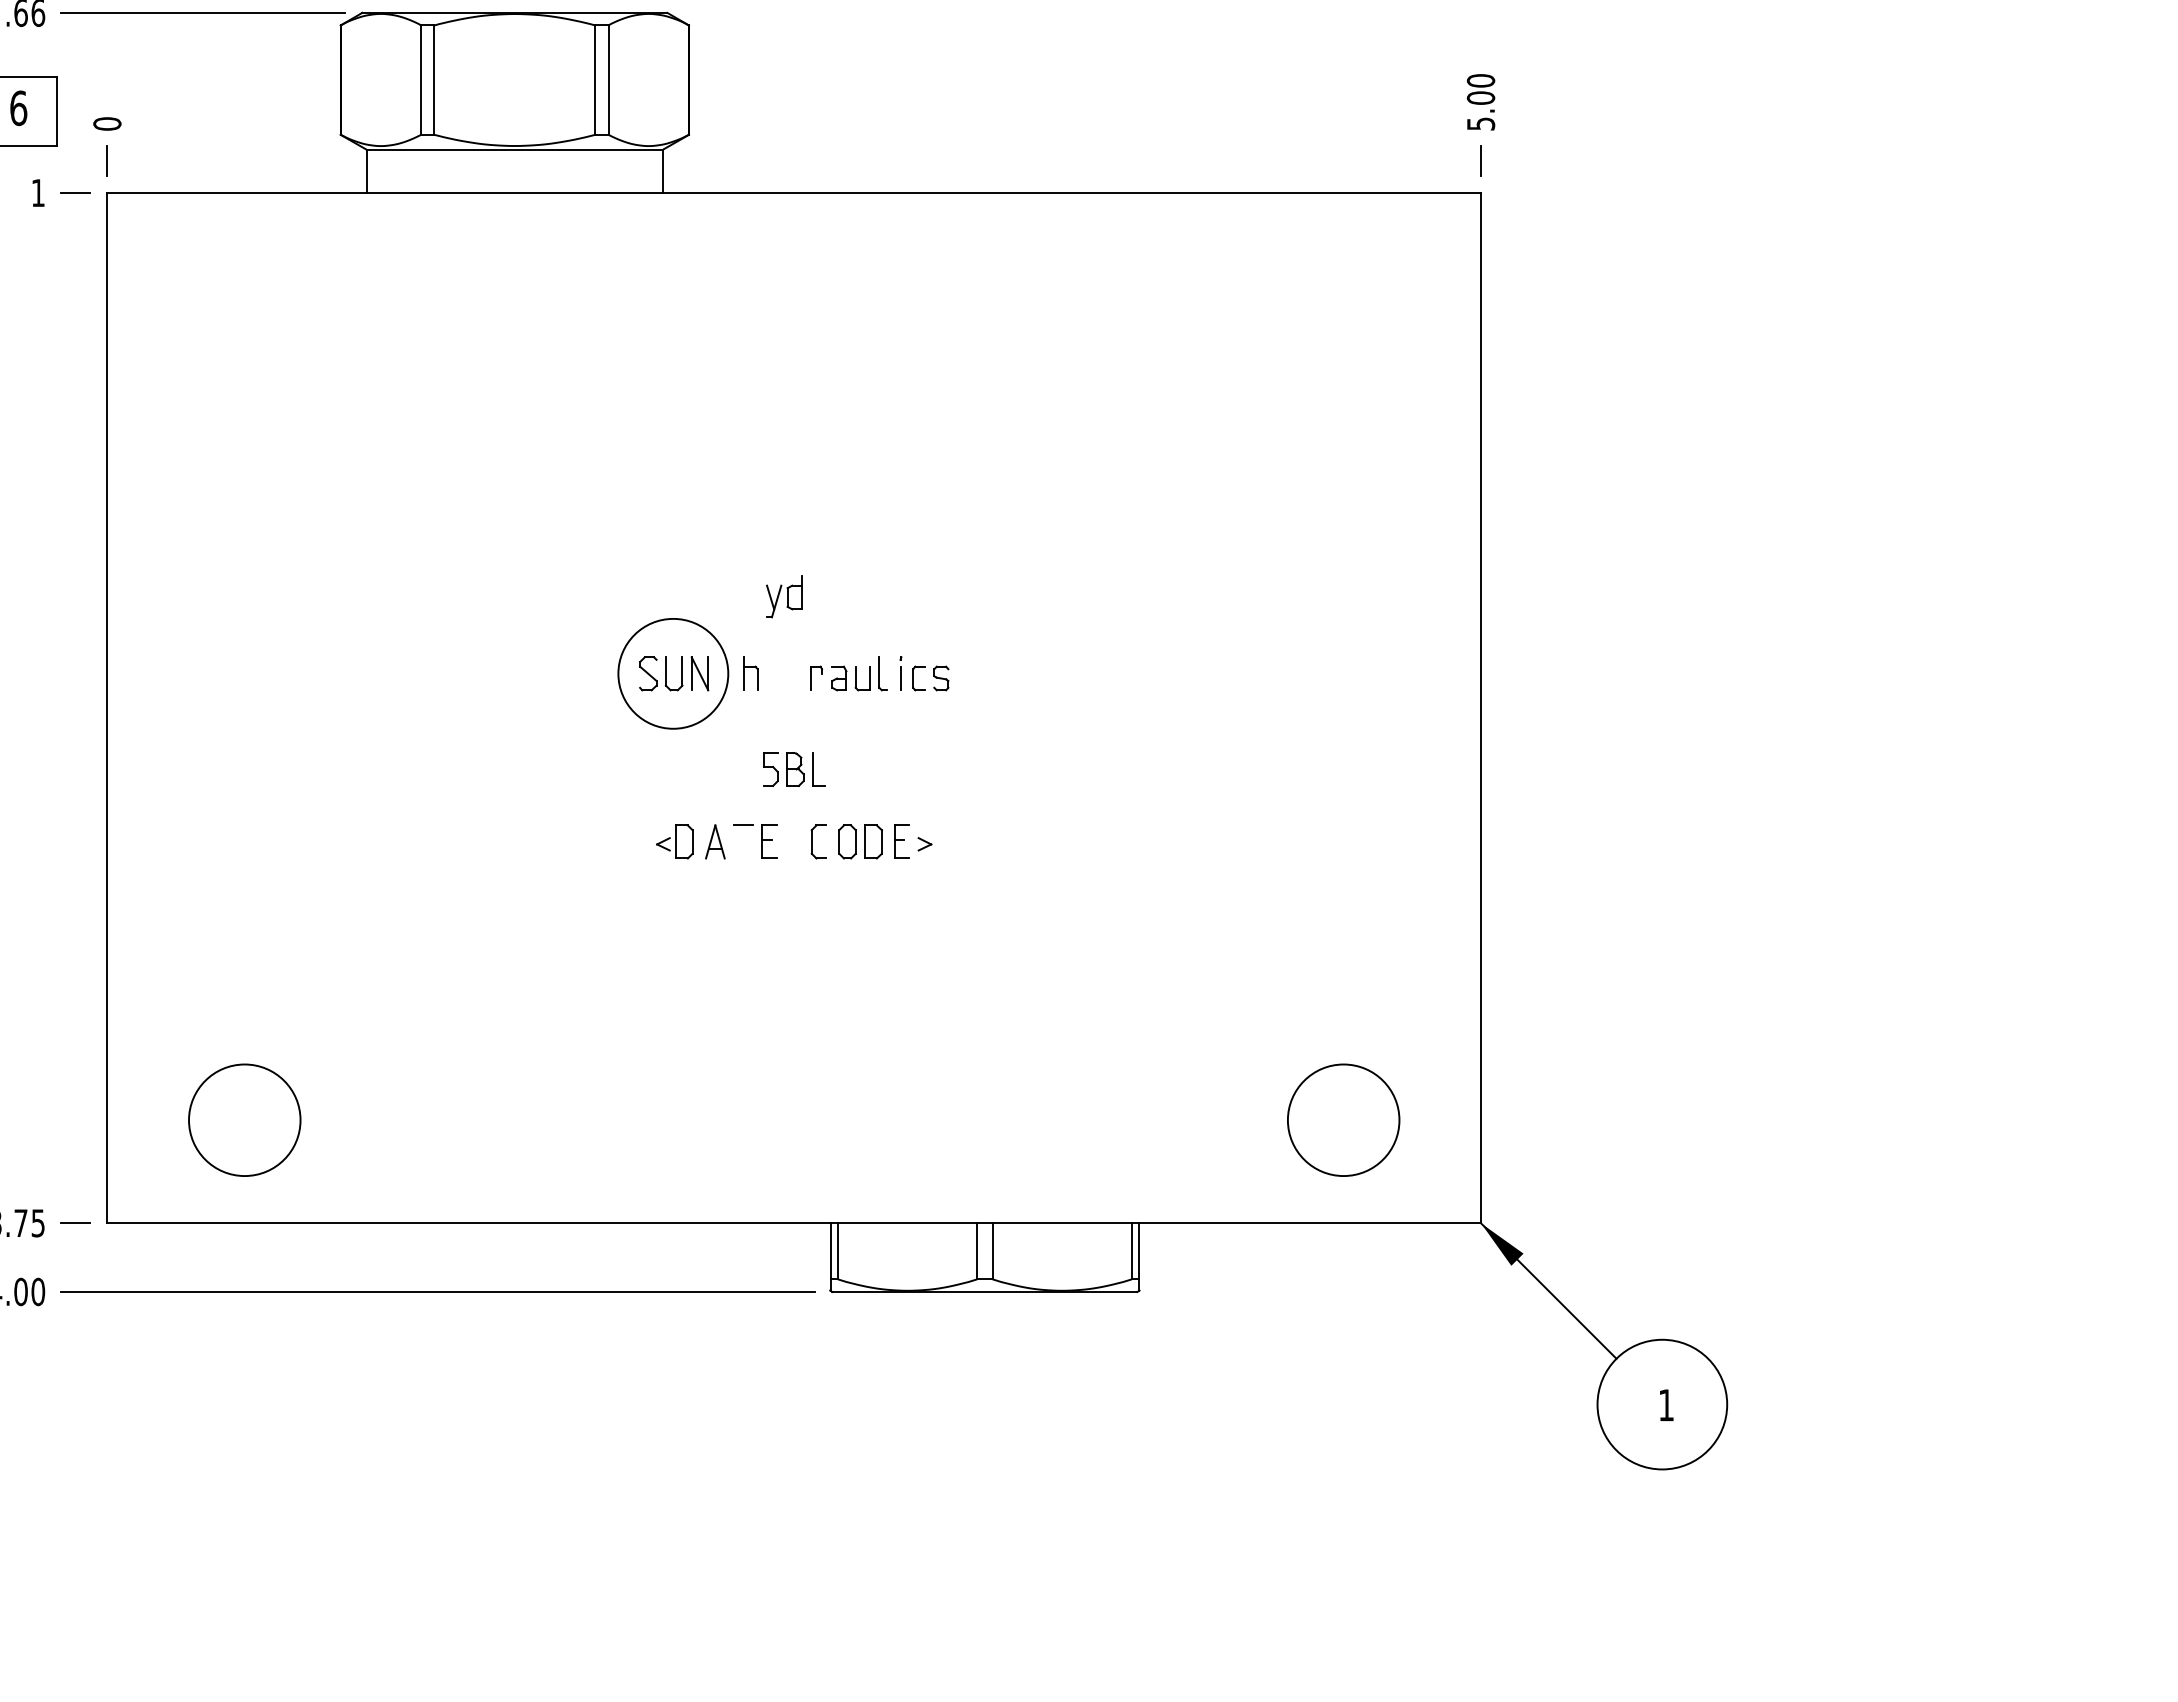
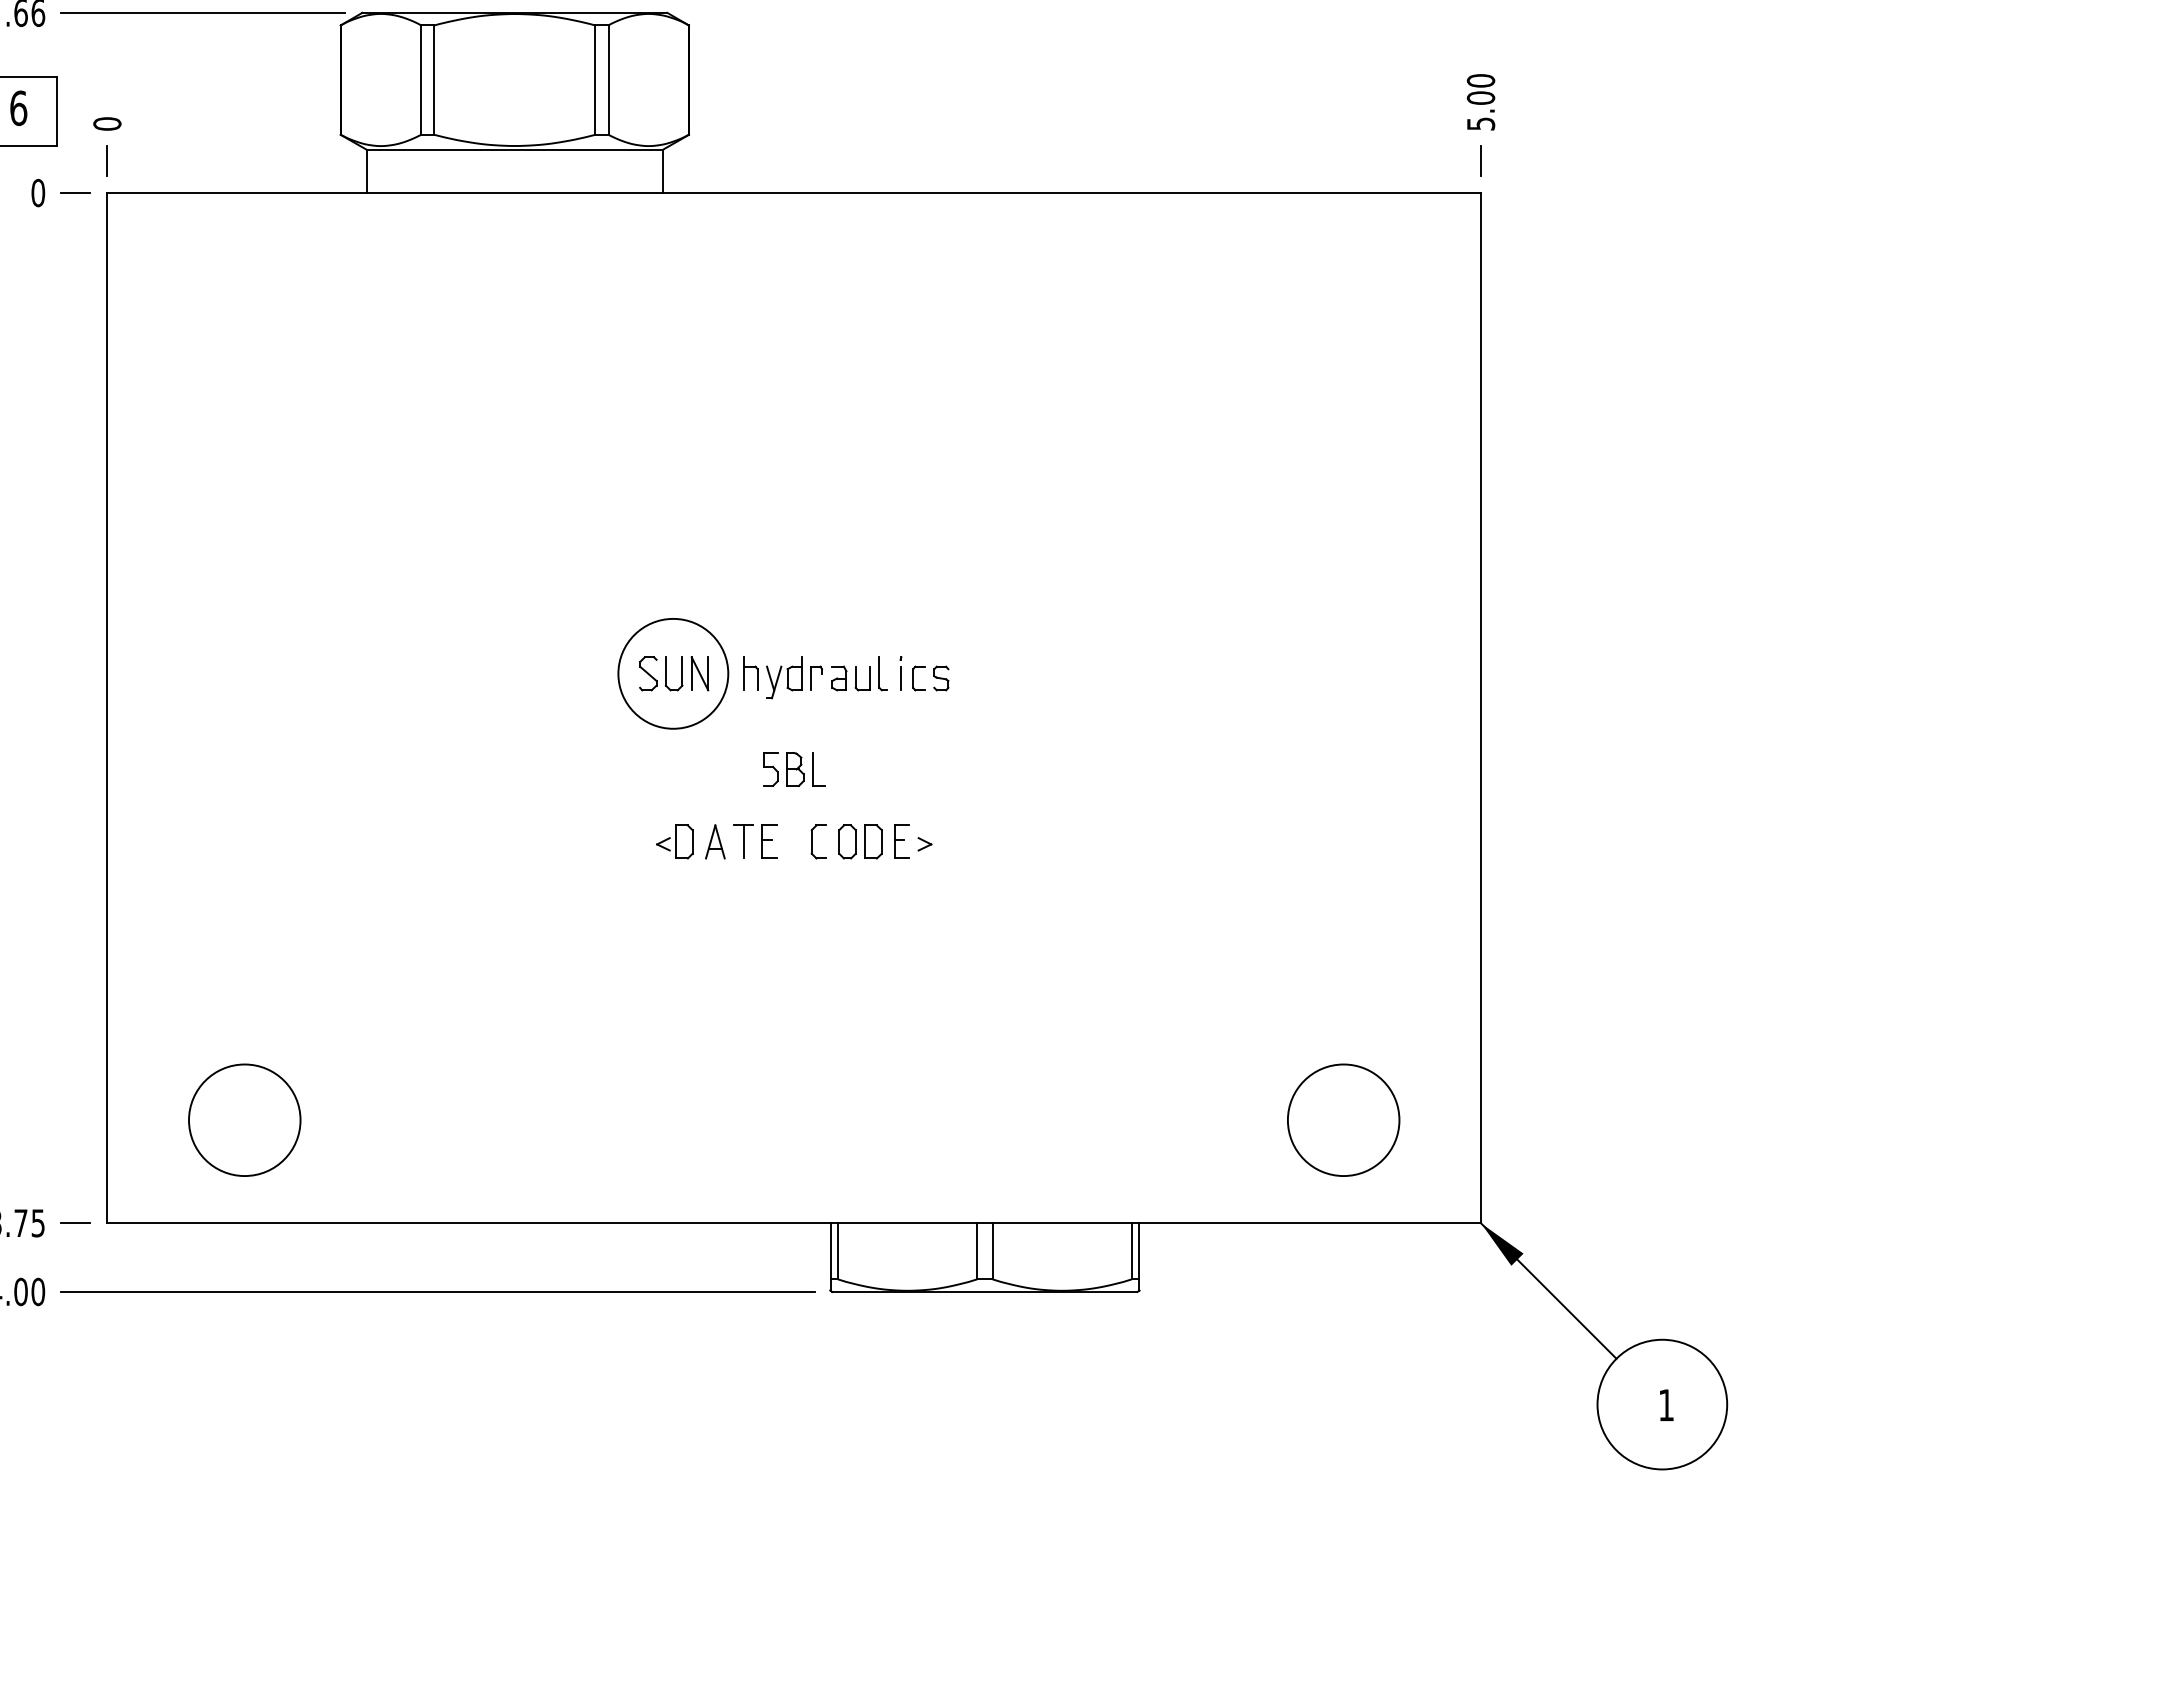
text at (38, 192): 1 -> 0
part at (784, 596) position: (784, 596) -> (784, 677)
line at (743, 841): none -> present
